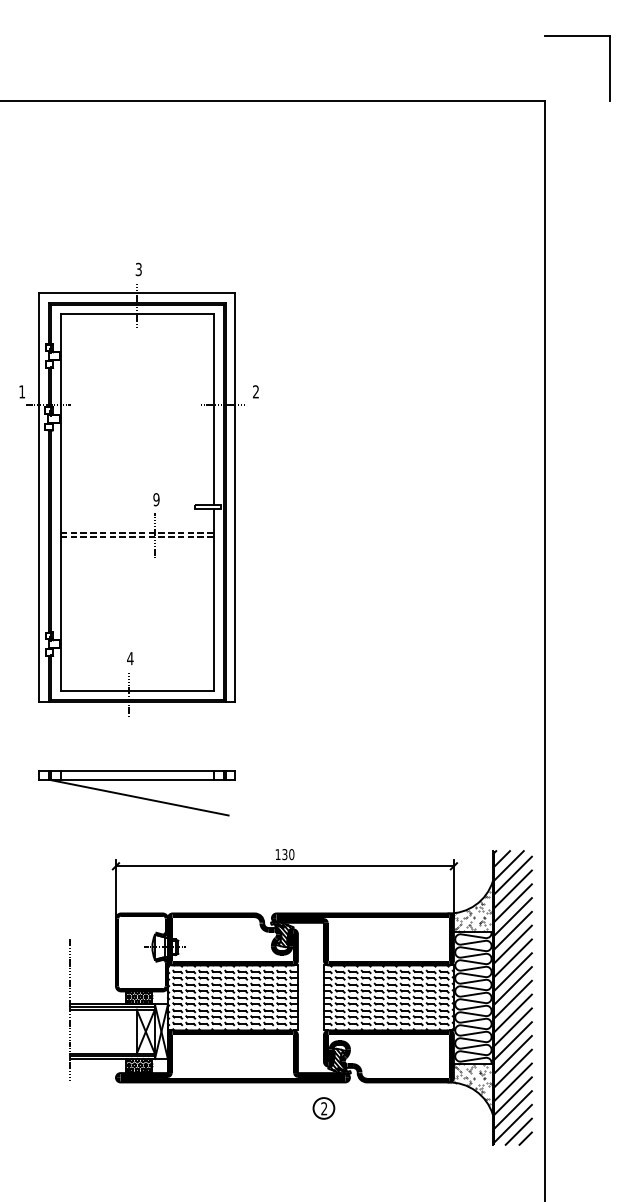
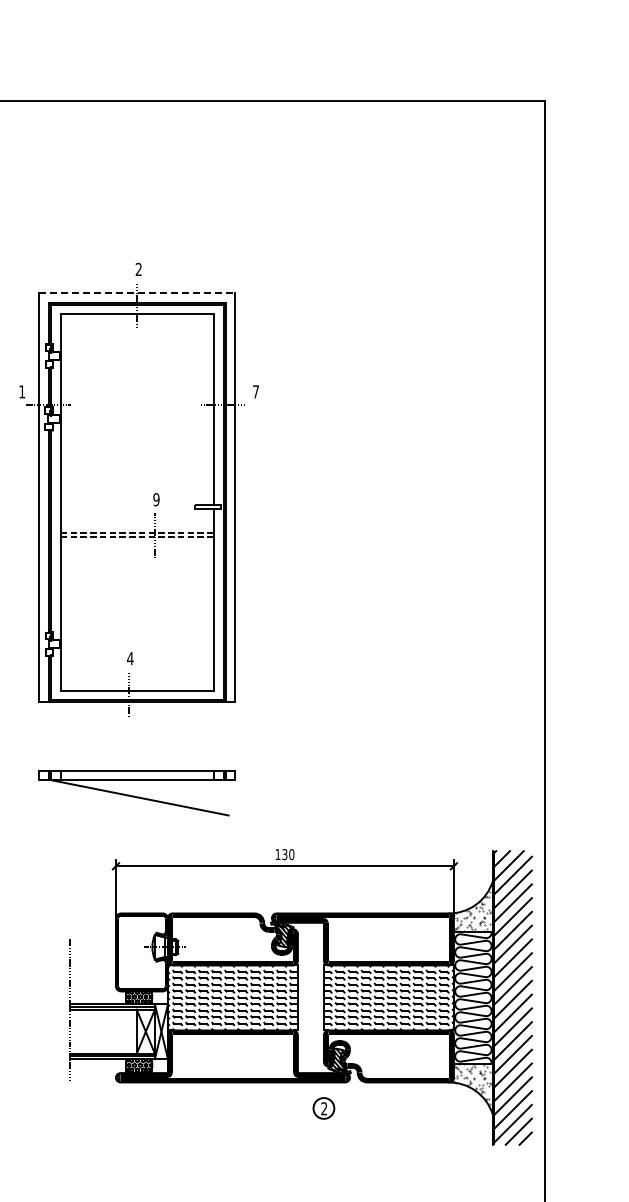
part at (577, 36): present -> none
text at (138, 269): 3 -> 2
line at (137, 292): solid -> dashed
text at (255, 391): 2 -> 7
